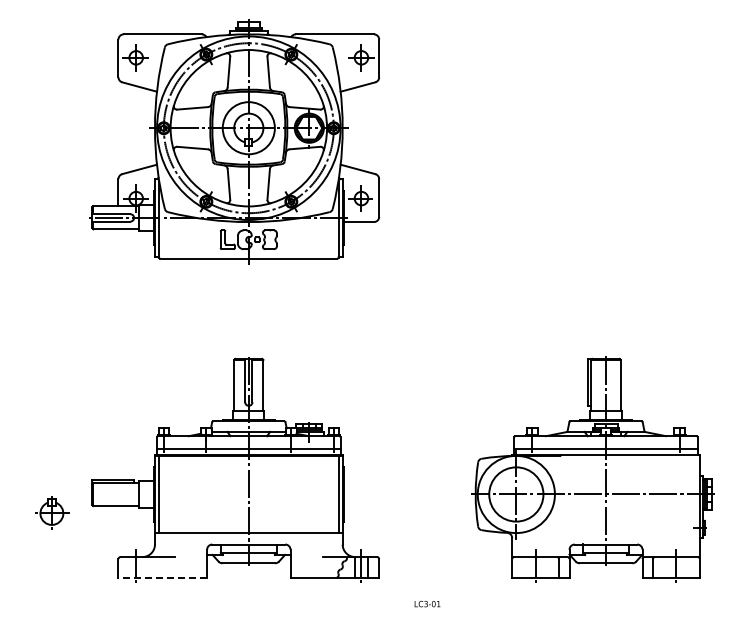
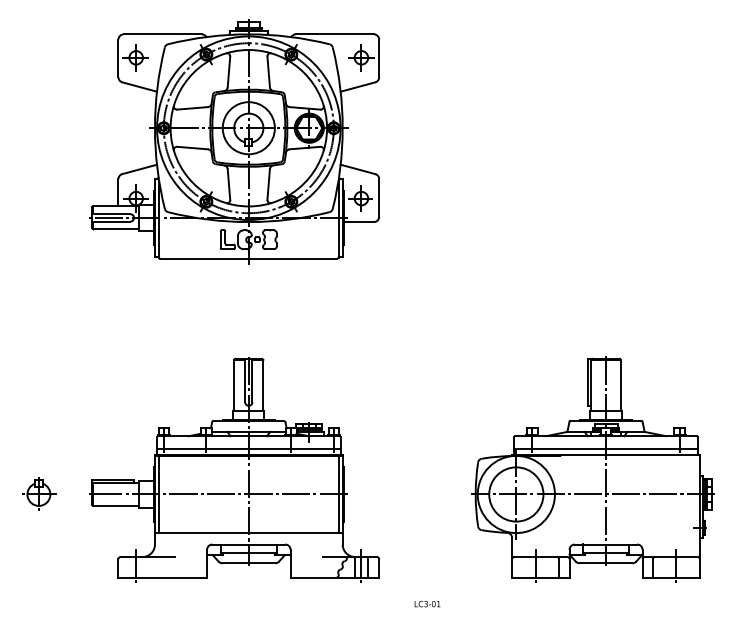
line at (218, 494): none -> present
part at (52, 512) position: (52, 512) -> (39, 493)
line at (162, 577): dashed -> solid
